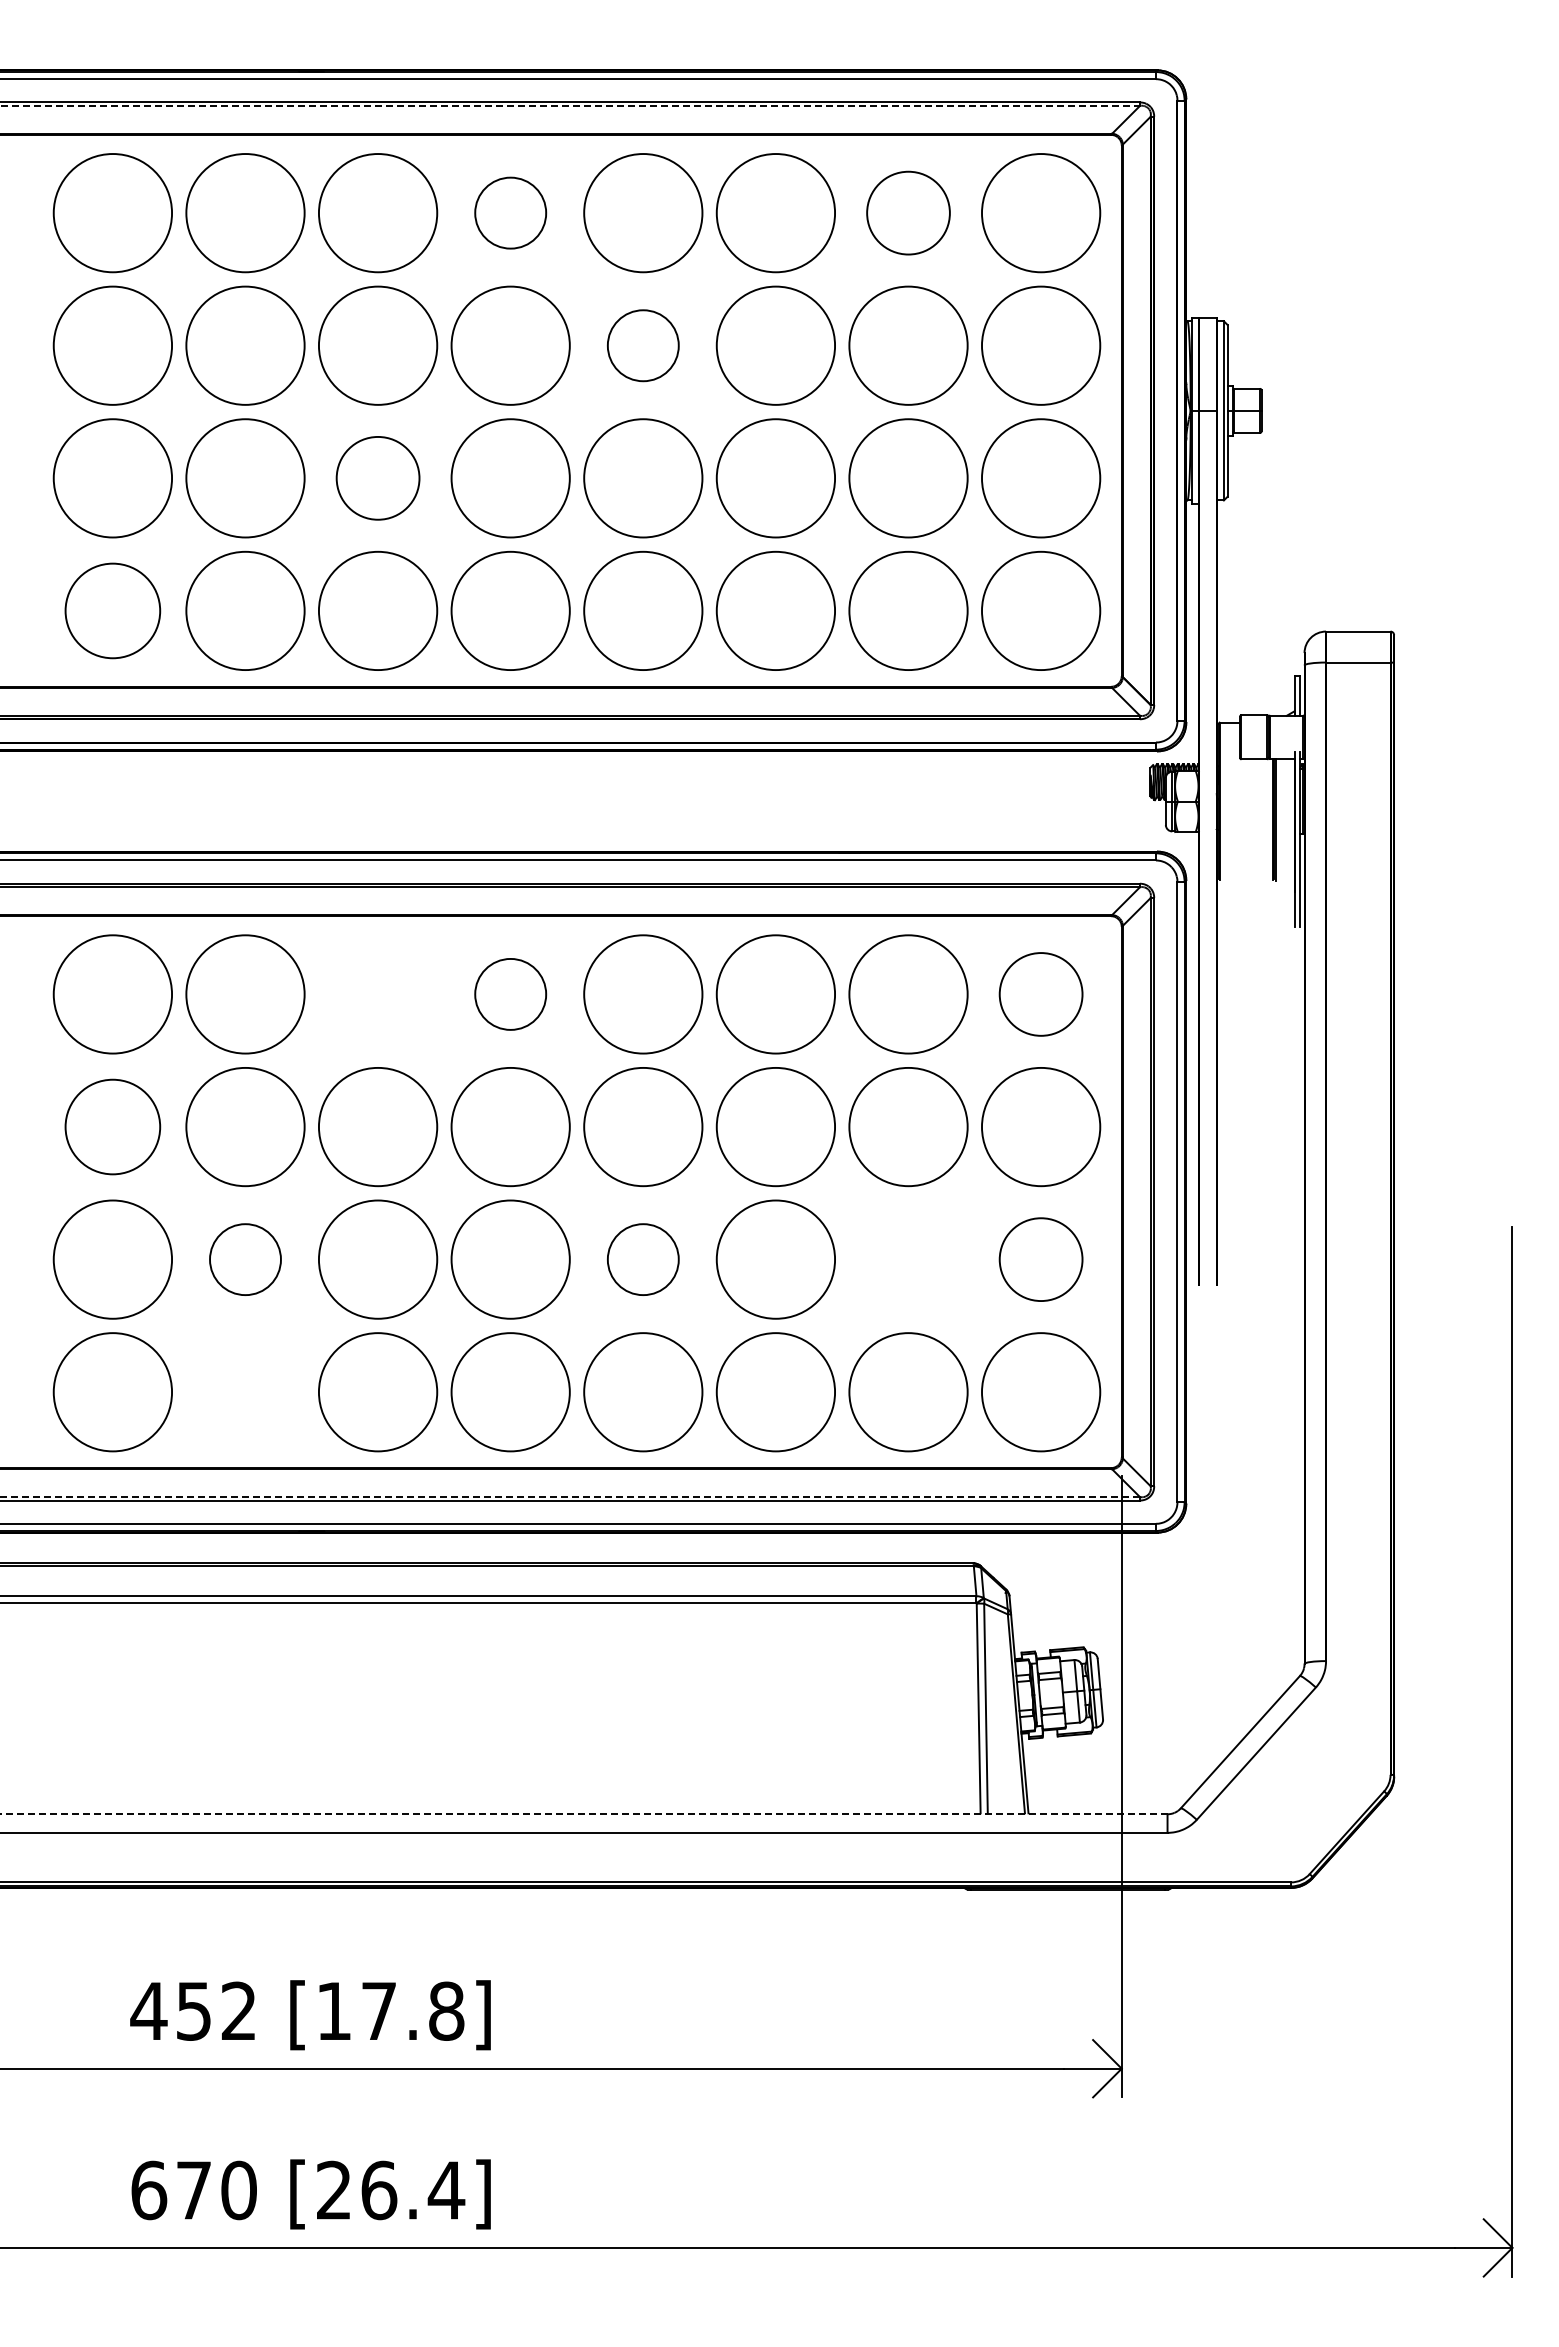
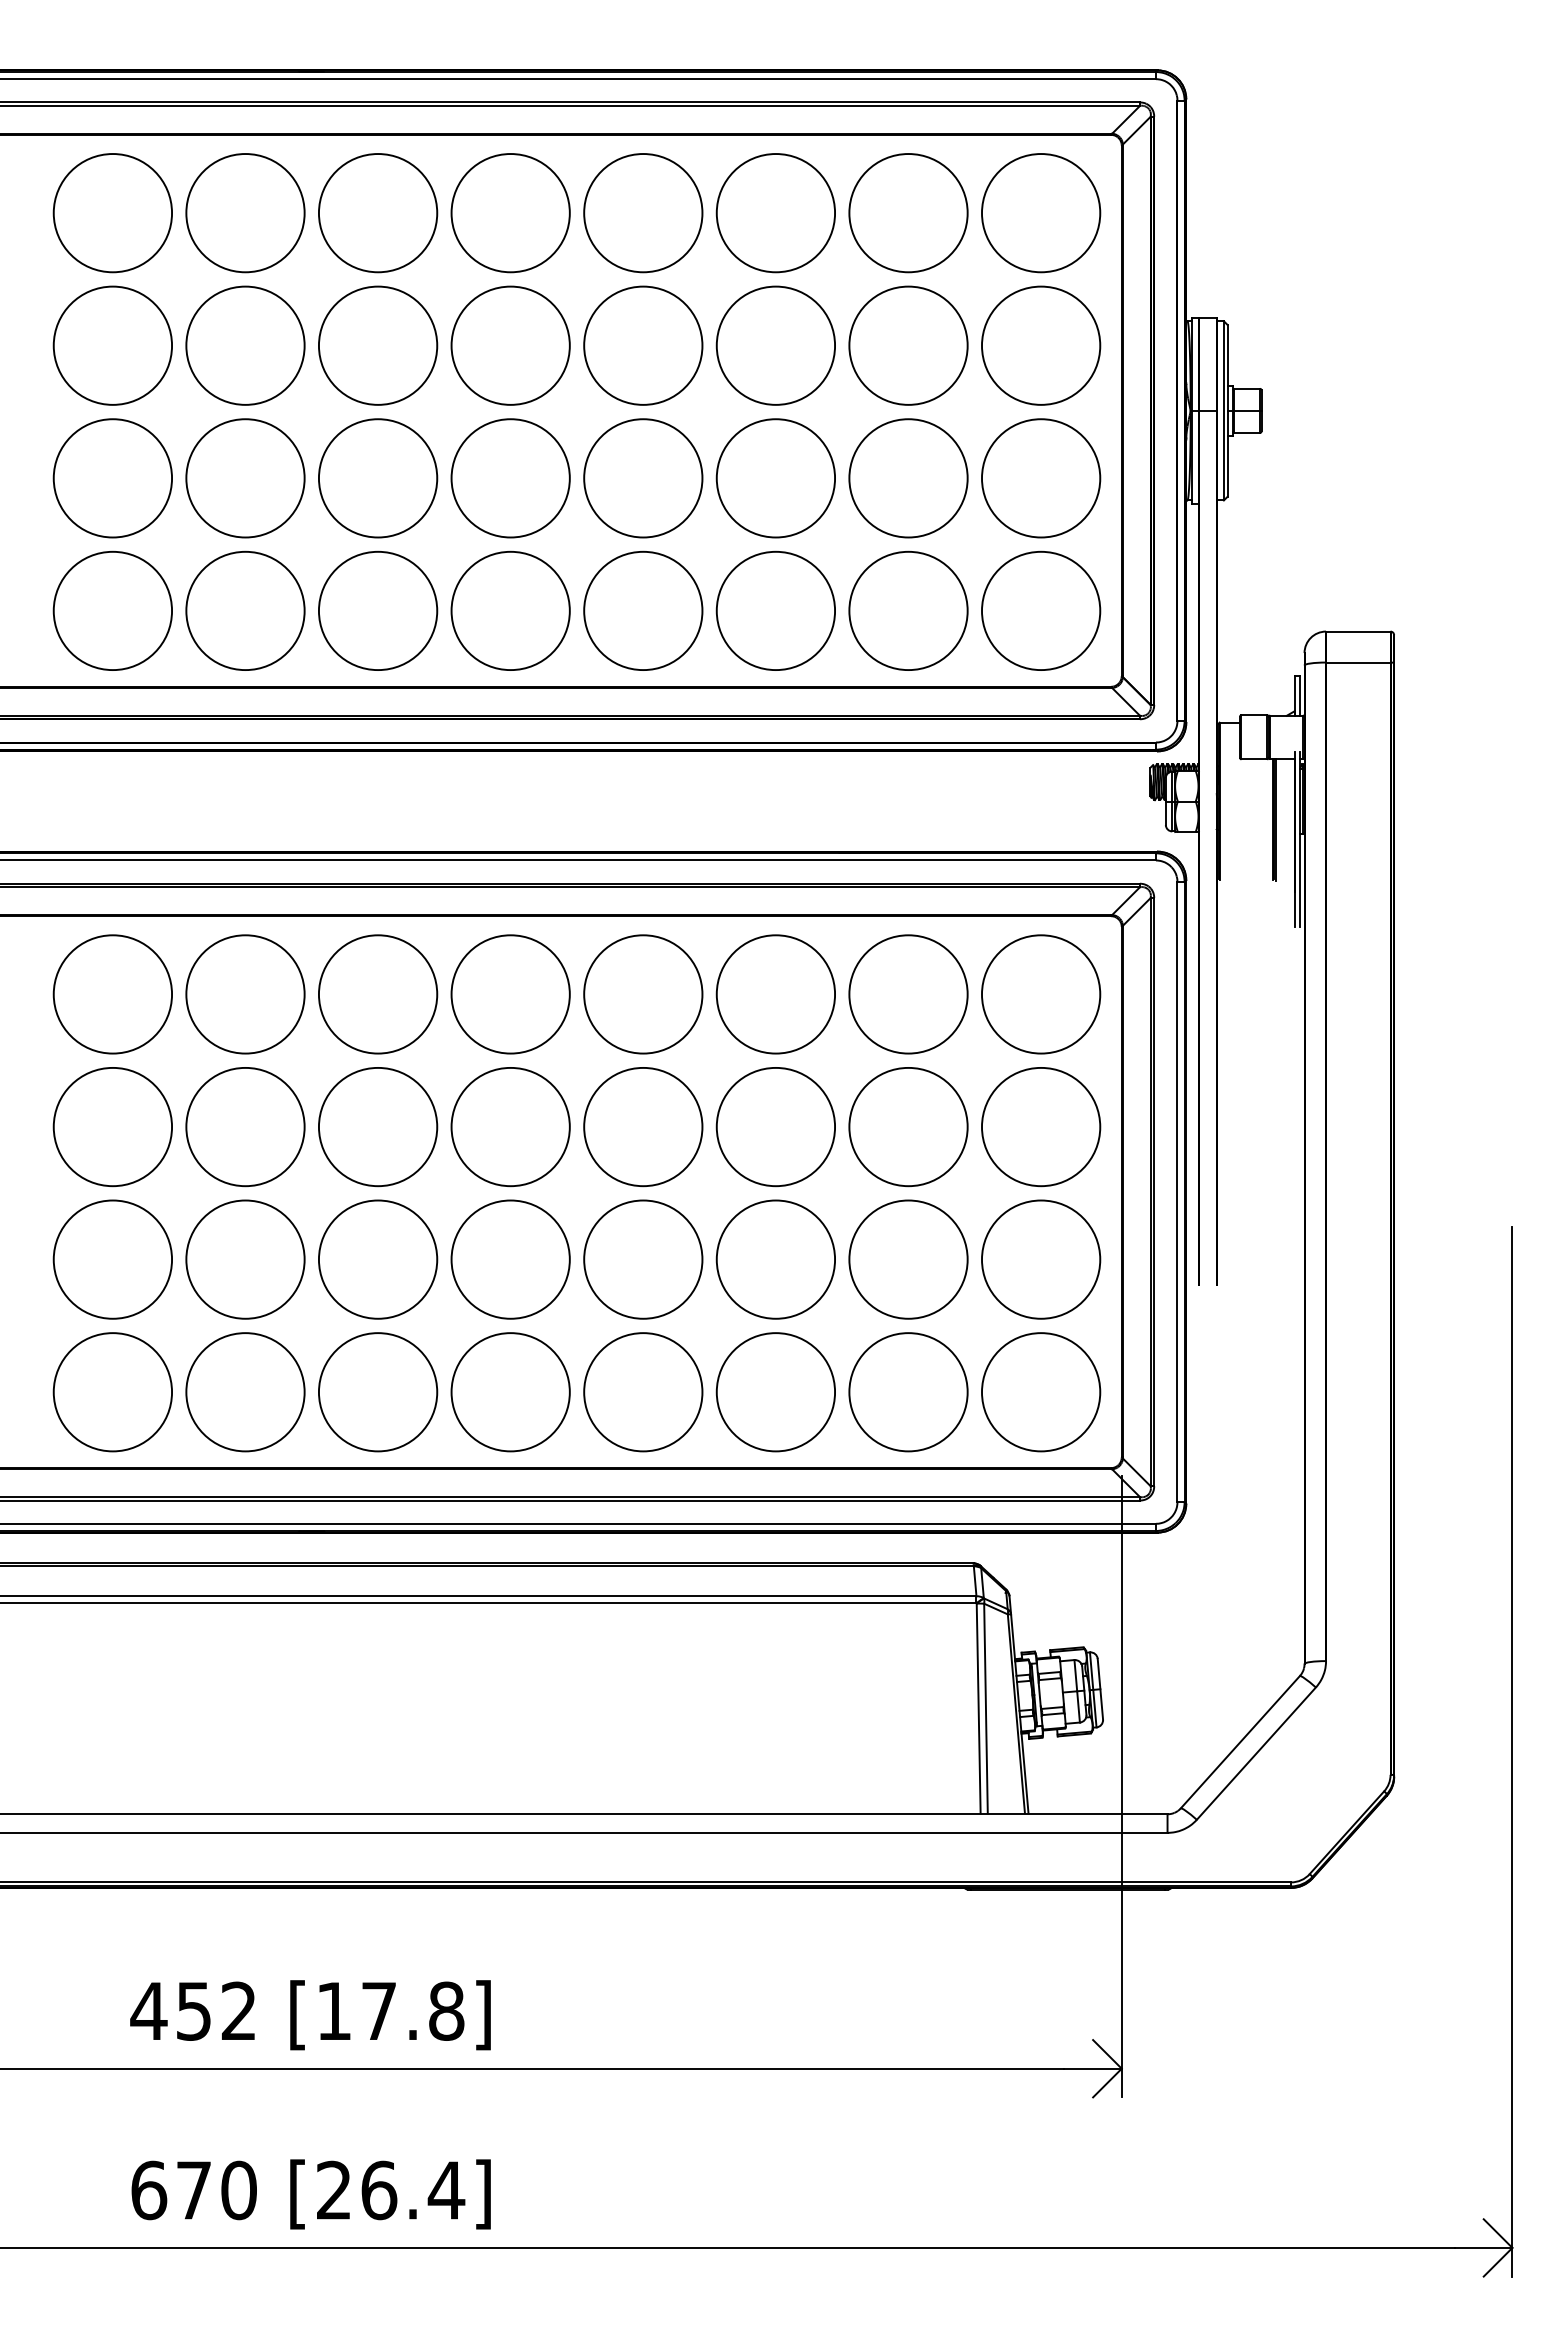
line at (570, 106): dashed -> solid
circle at (510, 212) diameter: 71 px -> 118 px
circle at (908, 212) diameter: 83 px -> 118 px
circle at (642, 345) diameter: 71 px -> 118 px
circle at (377, 477) diameter: 83 px -> 118 px
circle at (112, 610) diameter: 95 px -> 118 px
circle at (510, 993) diameter: 71 px -> 118 px
circle at (378, 994): none -> present
circle at (1040, 994) diameter: 83 px -> 118 px
circle at (112, 1126) diameter: 95 px -> 118 px
circle at (245, 1259) diameter: 71 px -> 118 px
circle at (642, 1259) diameter: 71 px -> 118 px
circle at (908, 1259): none -> present
circle at (1040, 1259) diameter: 83 px -> 118 px
circle at (245, 1392): none -> present
line at (570, 1496): dashed -> solid
line at (584, 1814): dashed -> solid
